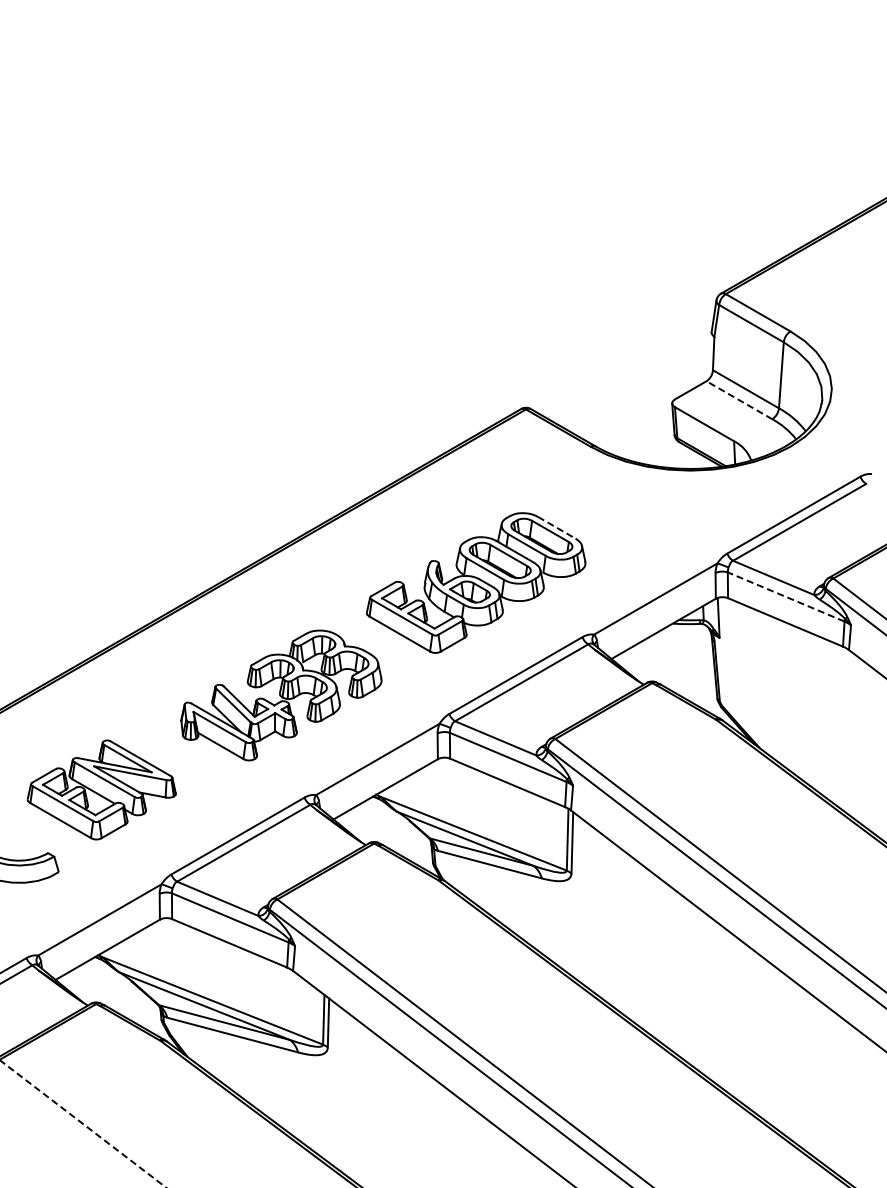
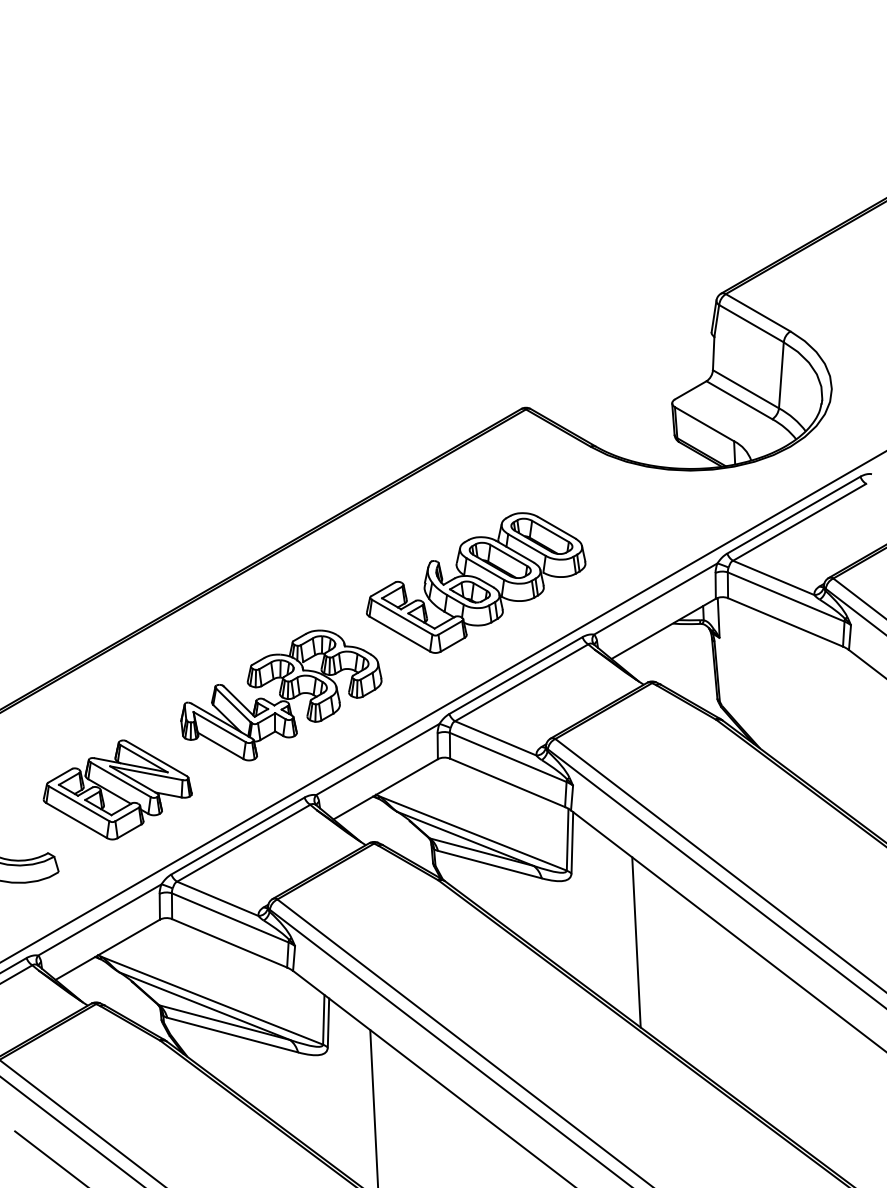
line at (739, 400): dashed -> solid
line at (556, 527): dashed -> solid
line at (785, 596): dashed -> solid
line at (442, 706): none -> present
part at (101, 789) position: (101, 789) -> (117, 789)
line at (636, 942): none -> present
line at (373, 1107): none -> present
line at (83, 1124): dashed -> solid
line at (71, 1131): none -> present
line at (50, 1157): none -> present
